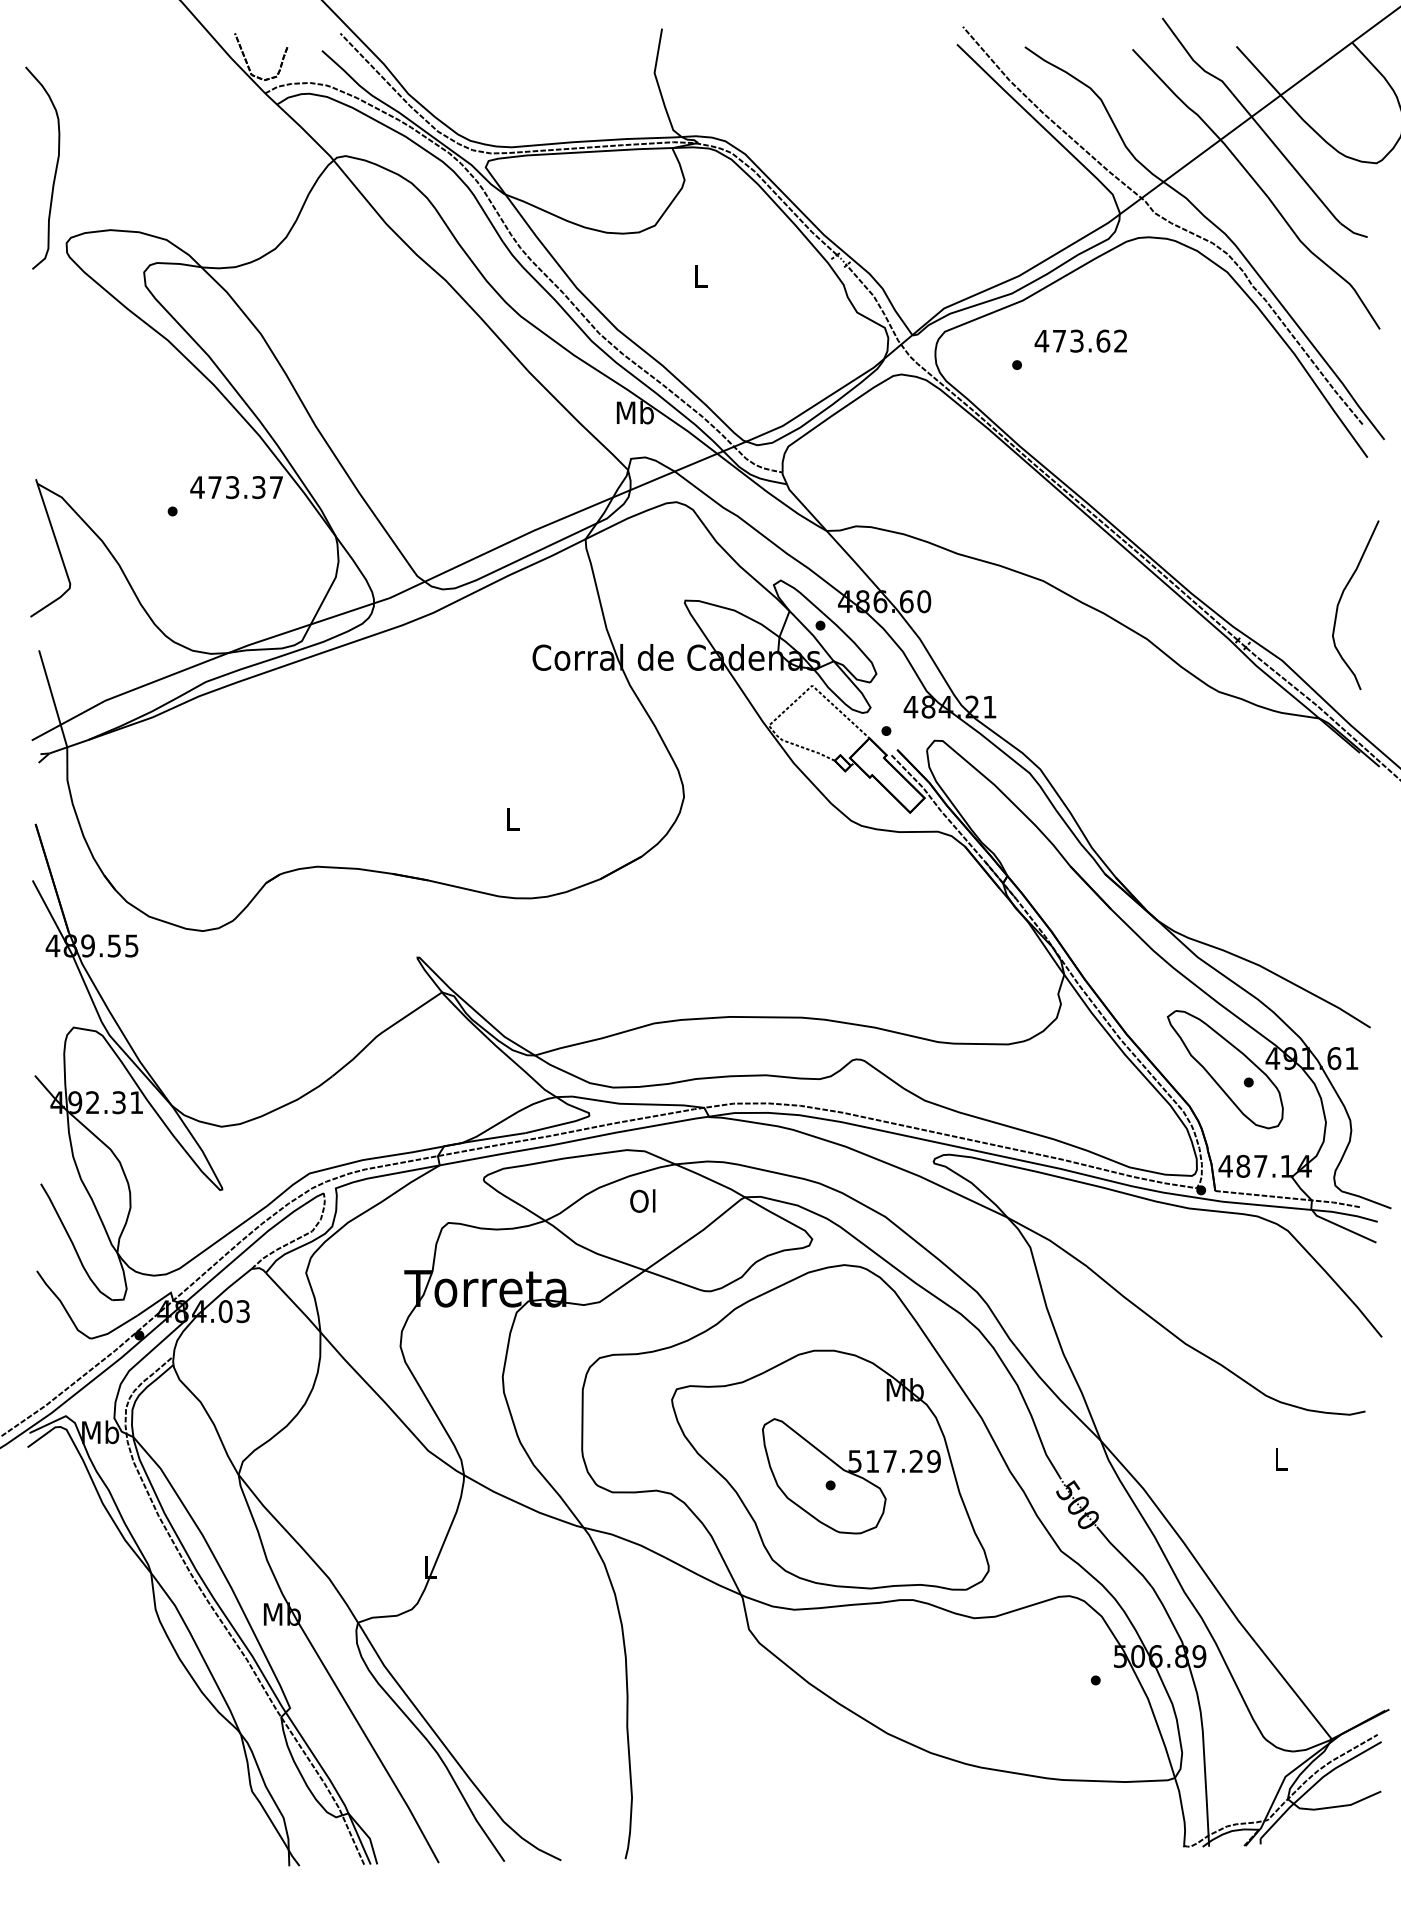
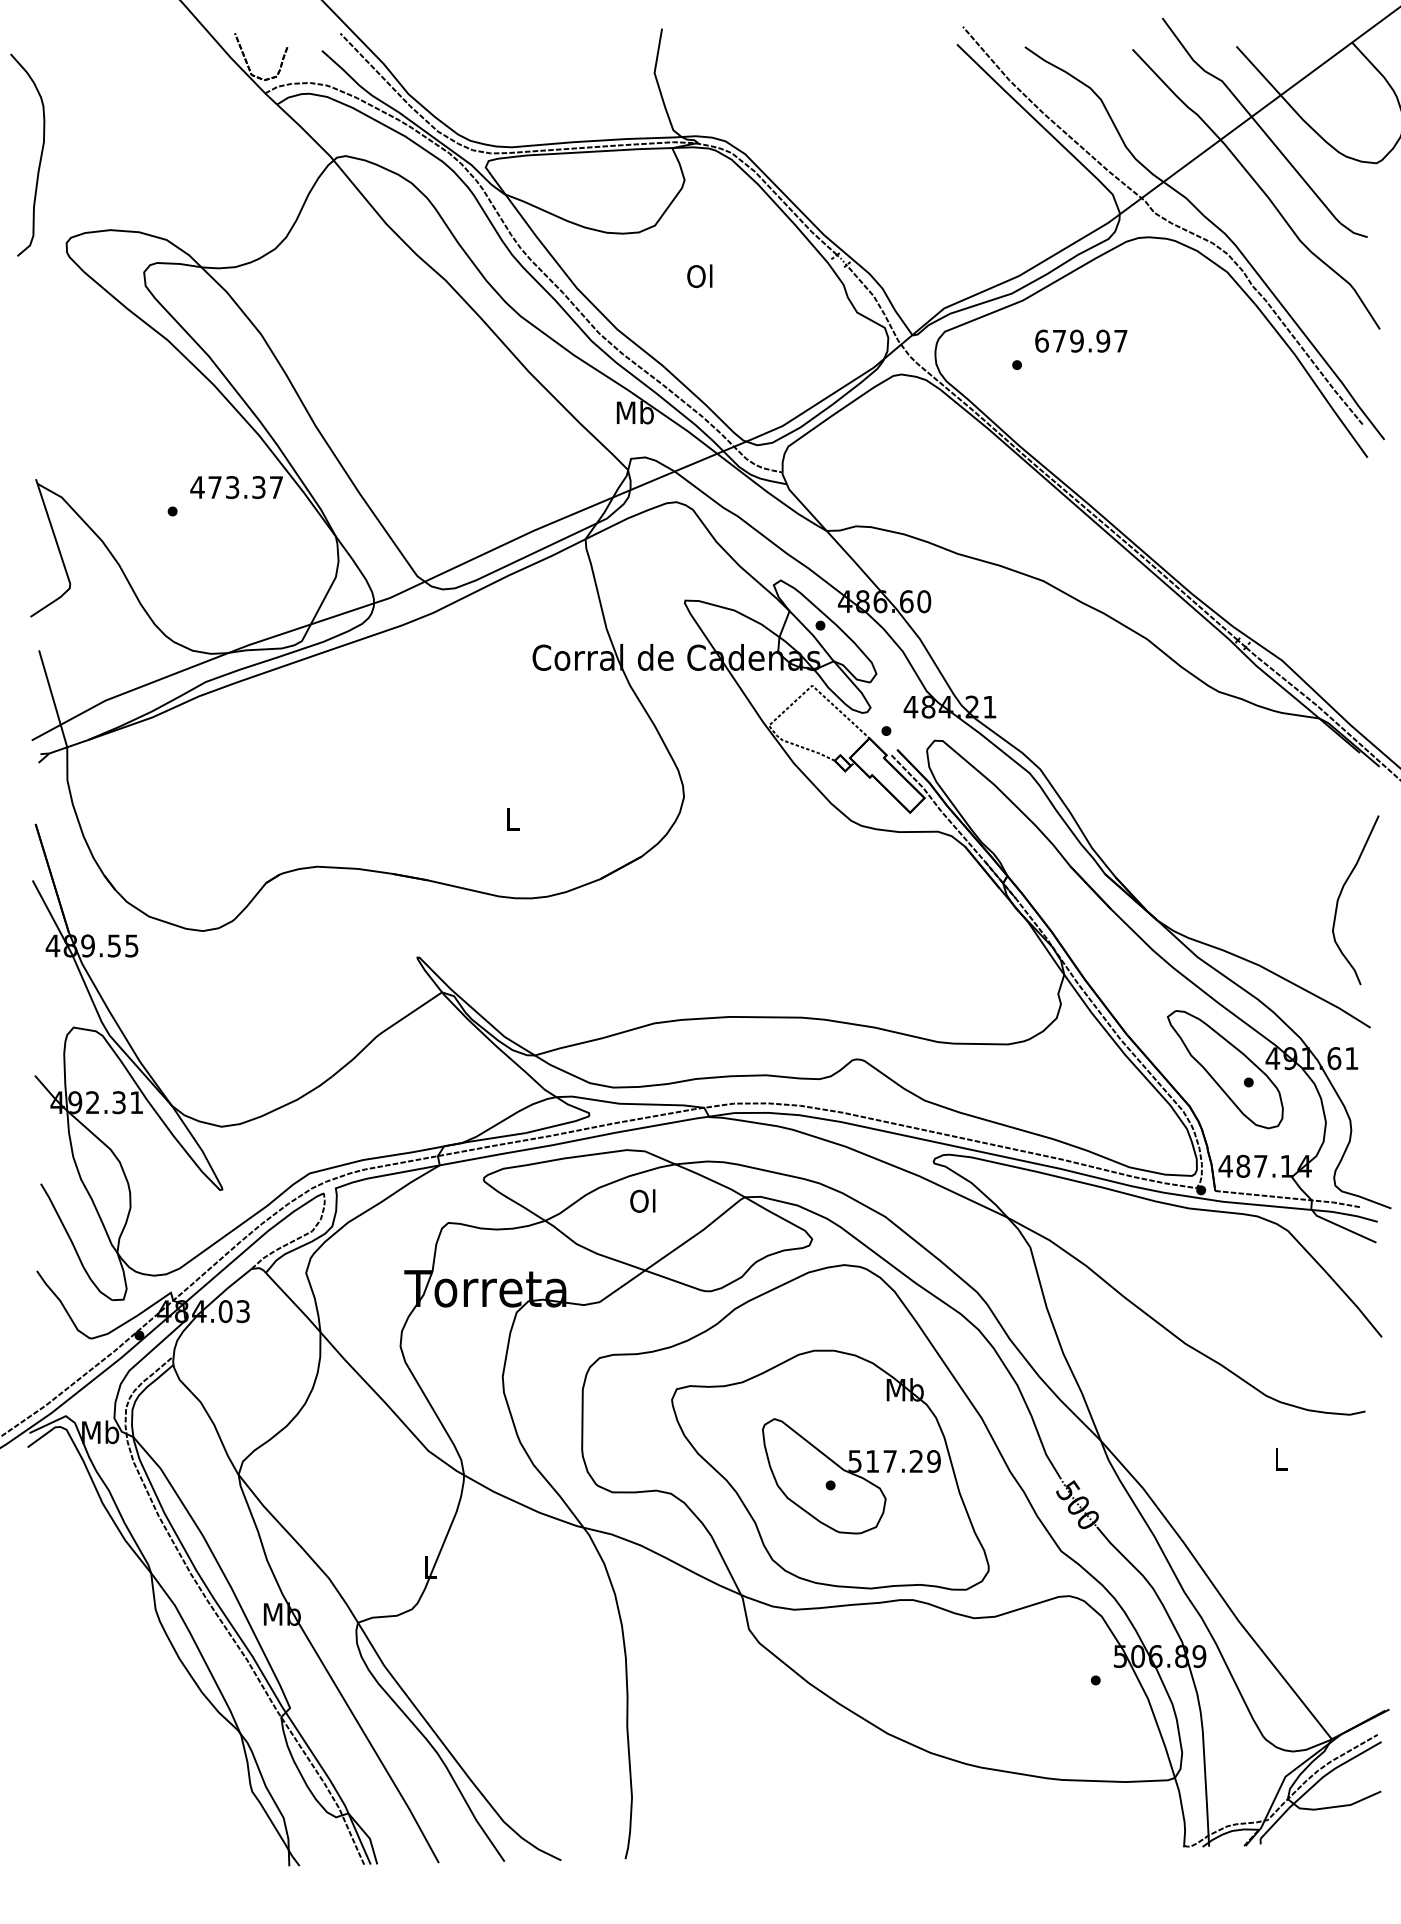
curve at (55, 167) position: (55, 167) -> (40, 154)
text at (699, 276): L -> Ol
text at (1080, 340): 473.62 -> 679.97
curve at (1341, 599) position: (1341, 599) -> (1341, 894)
